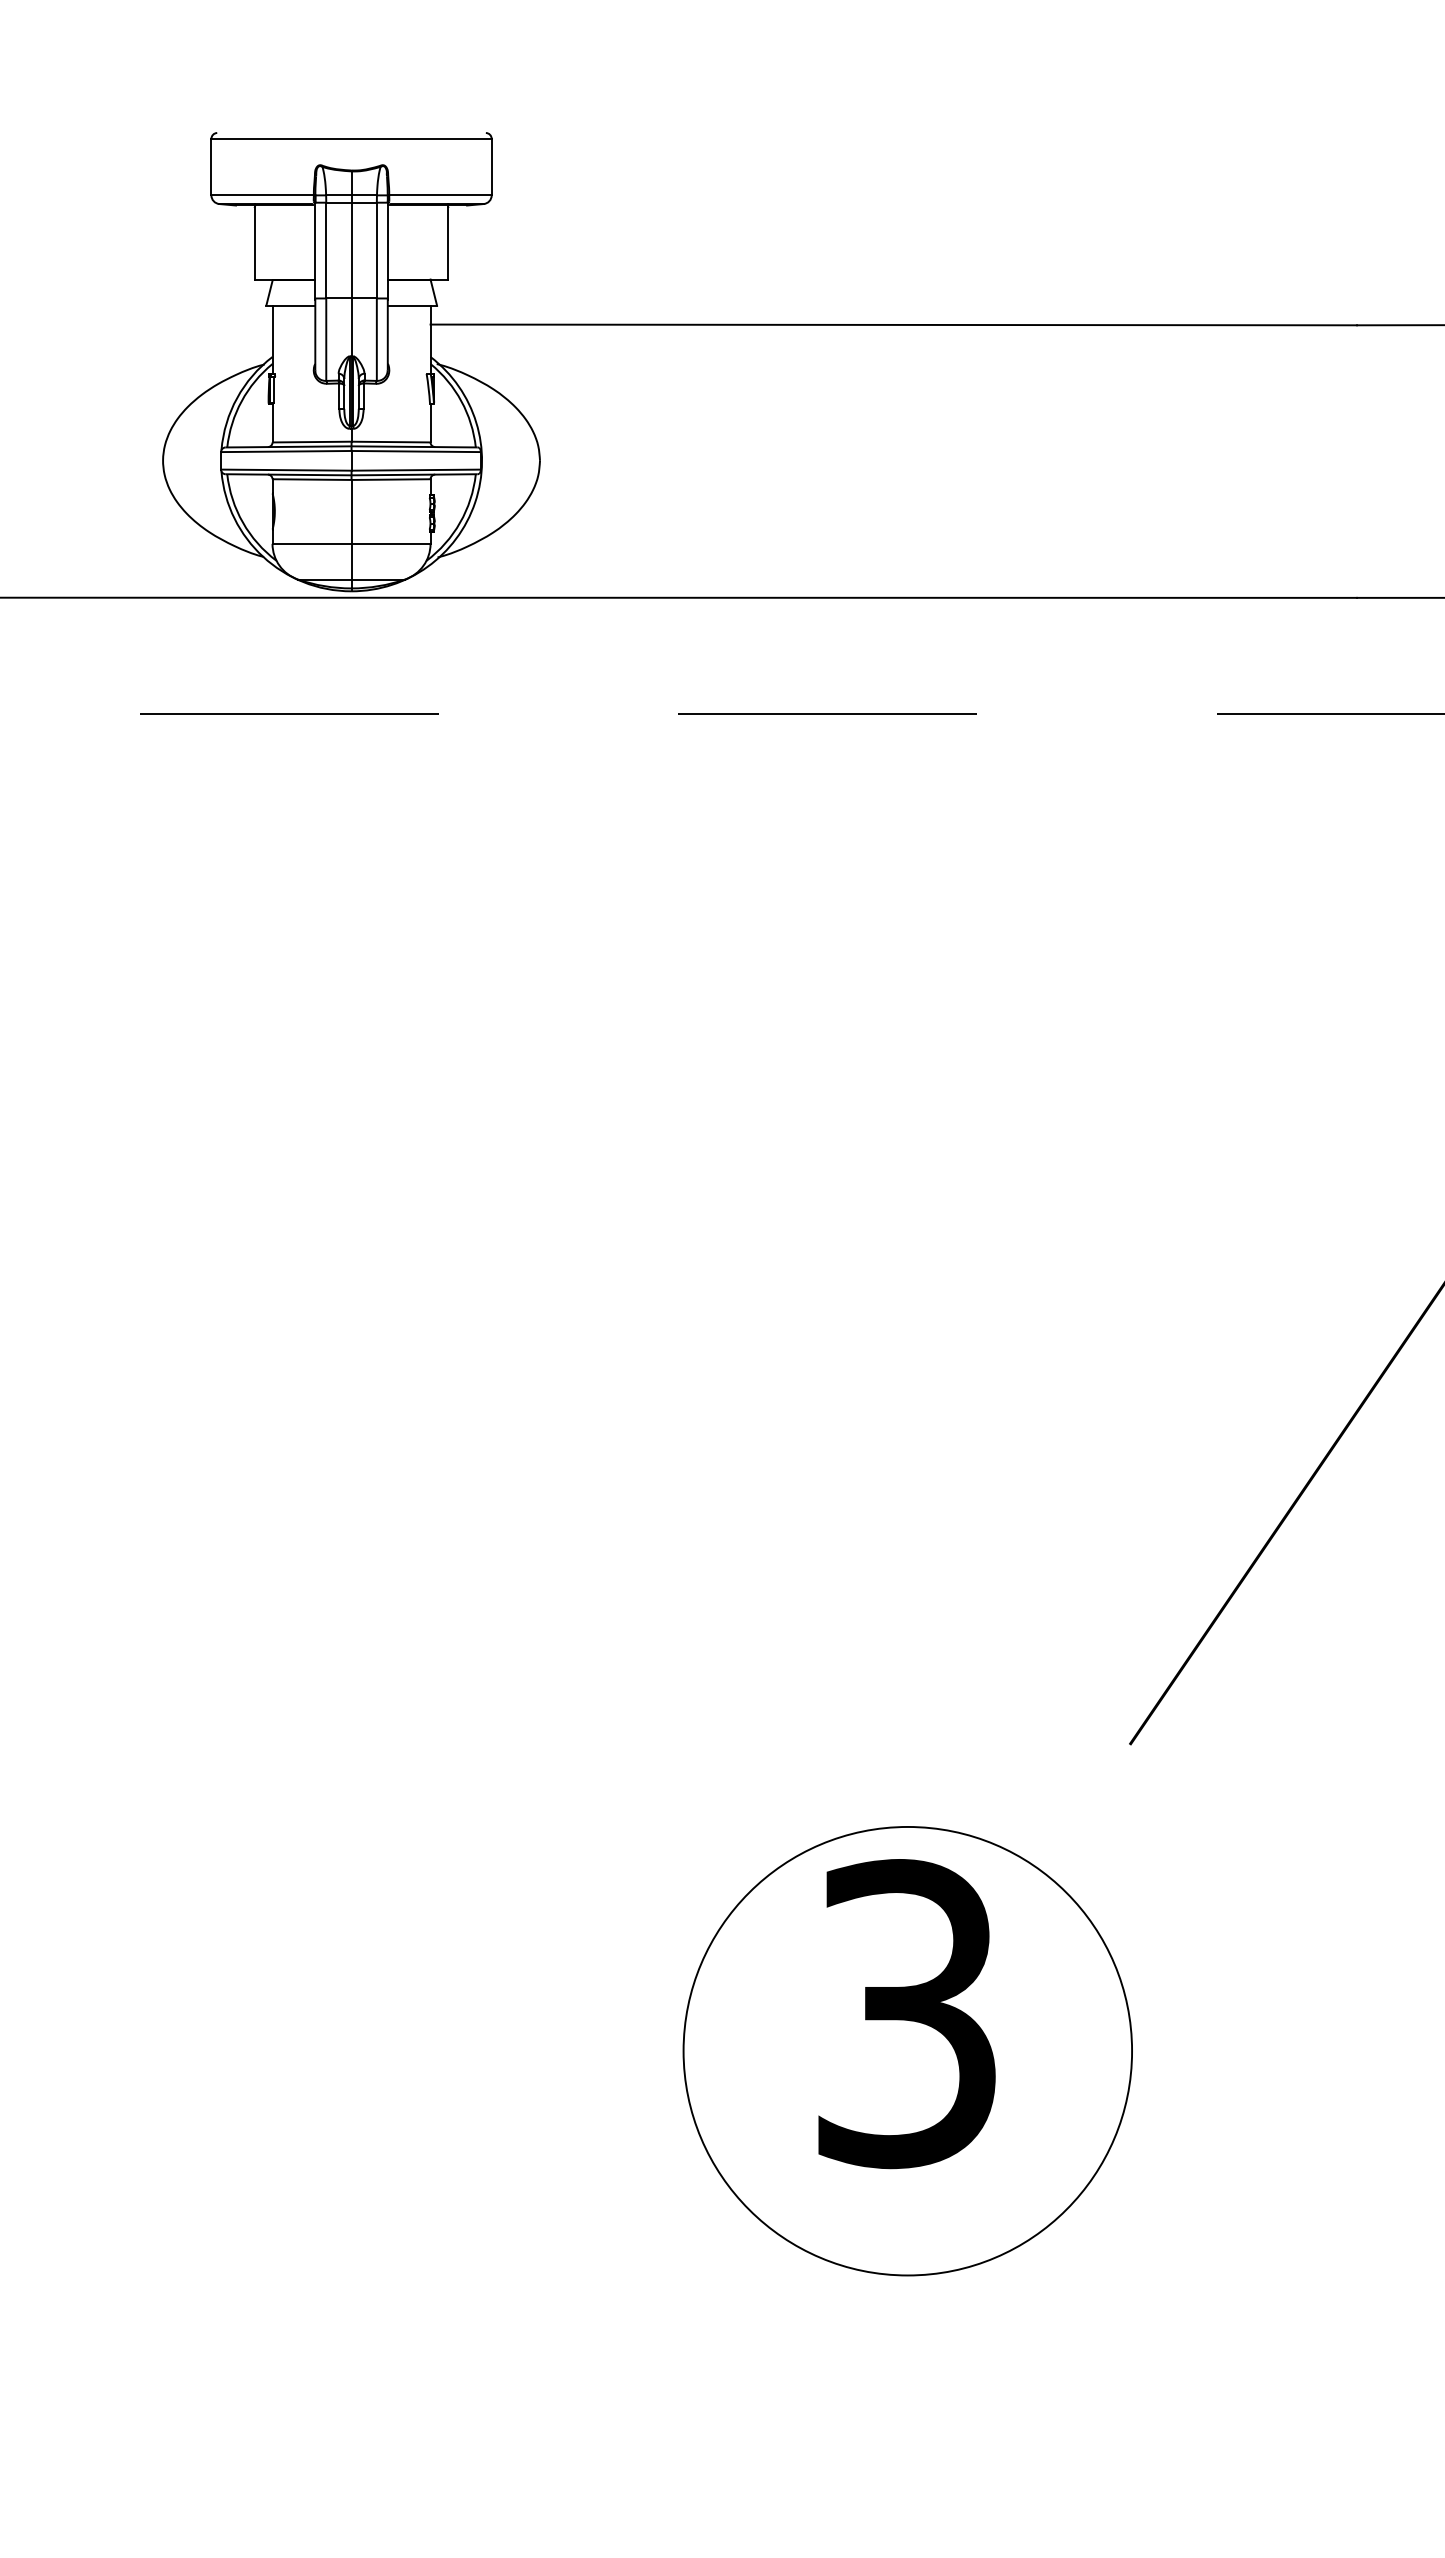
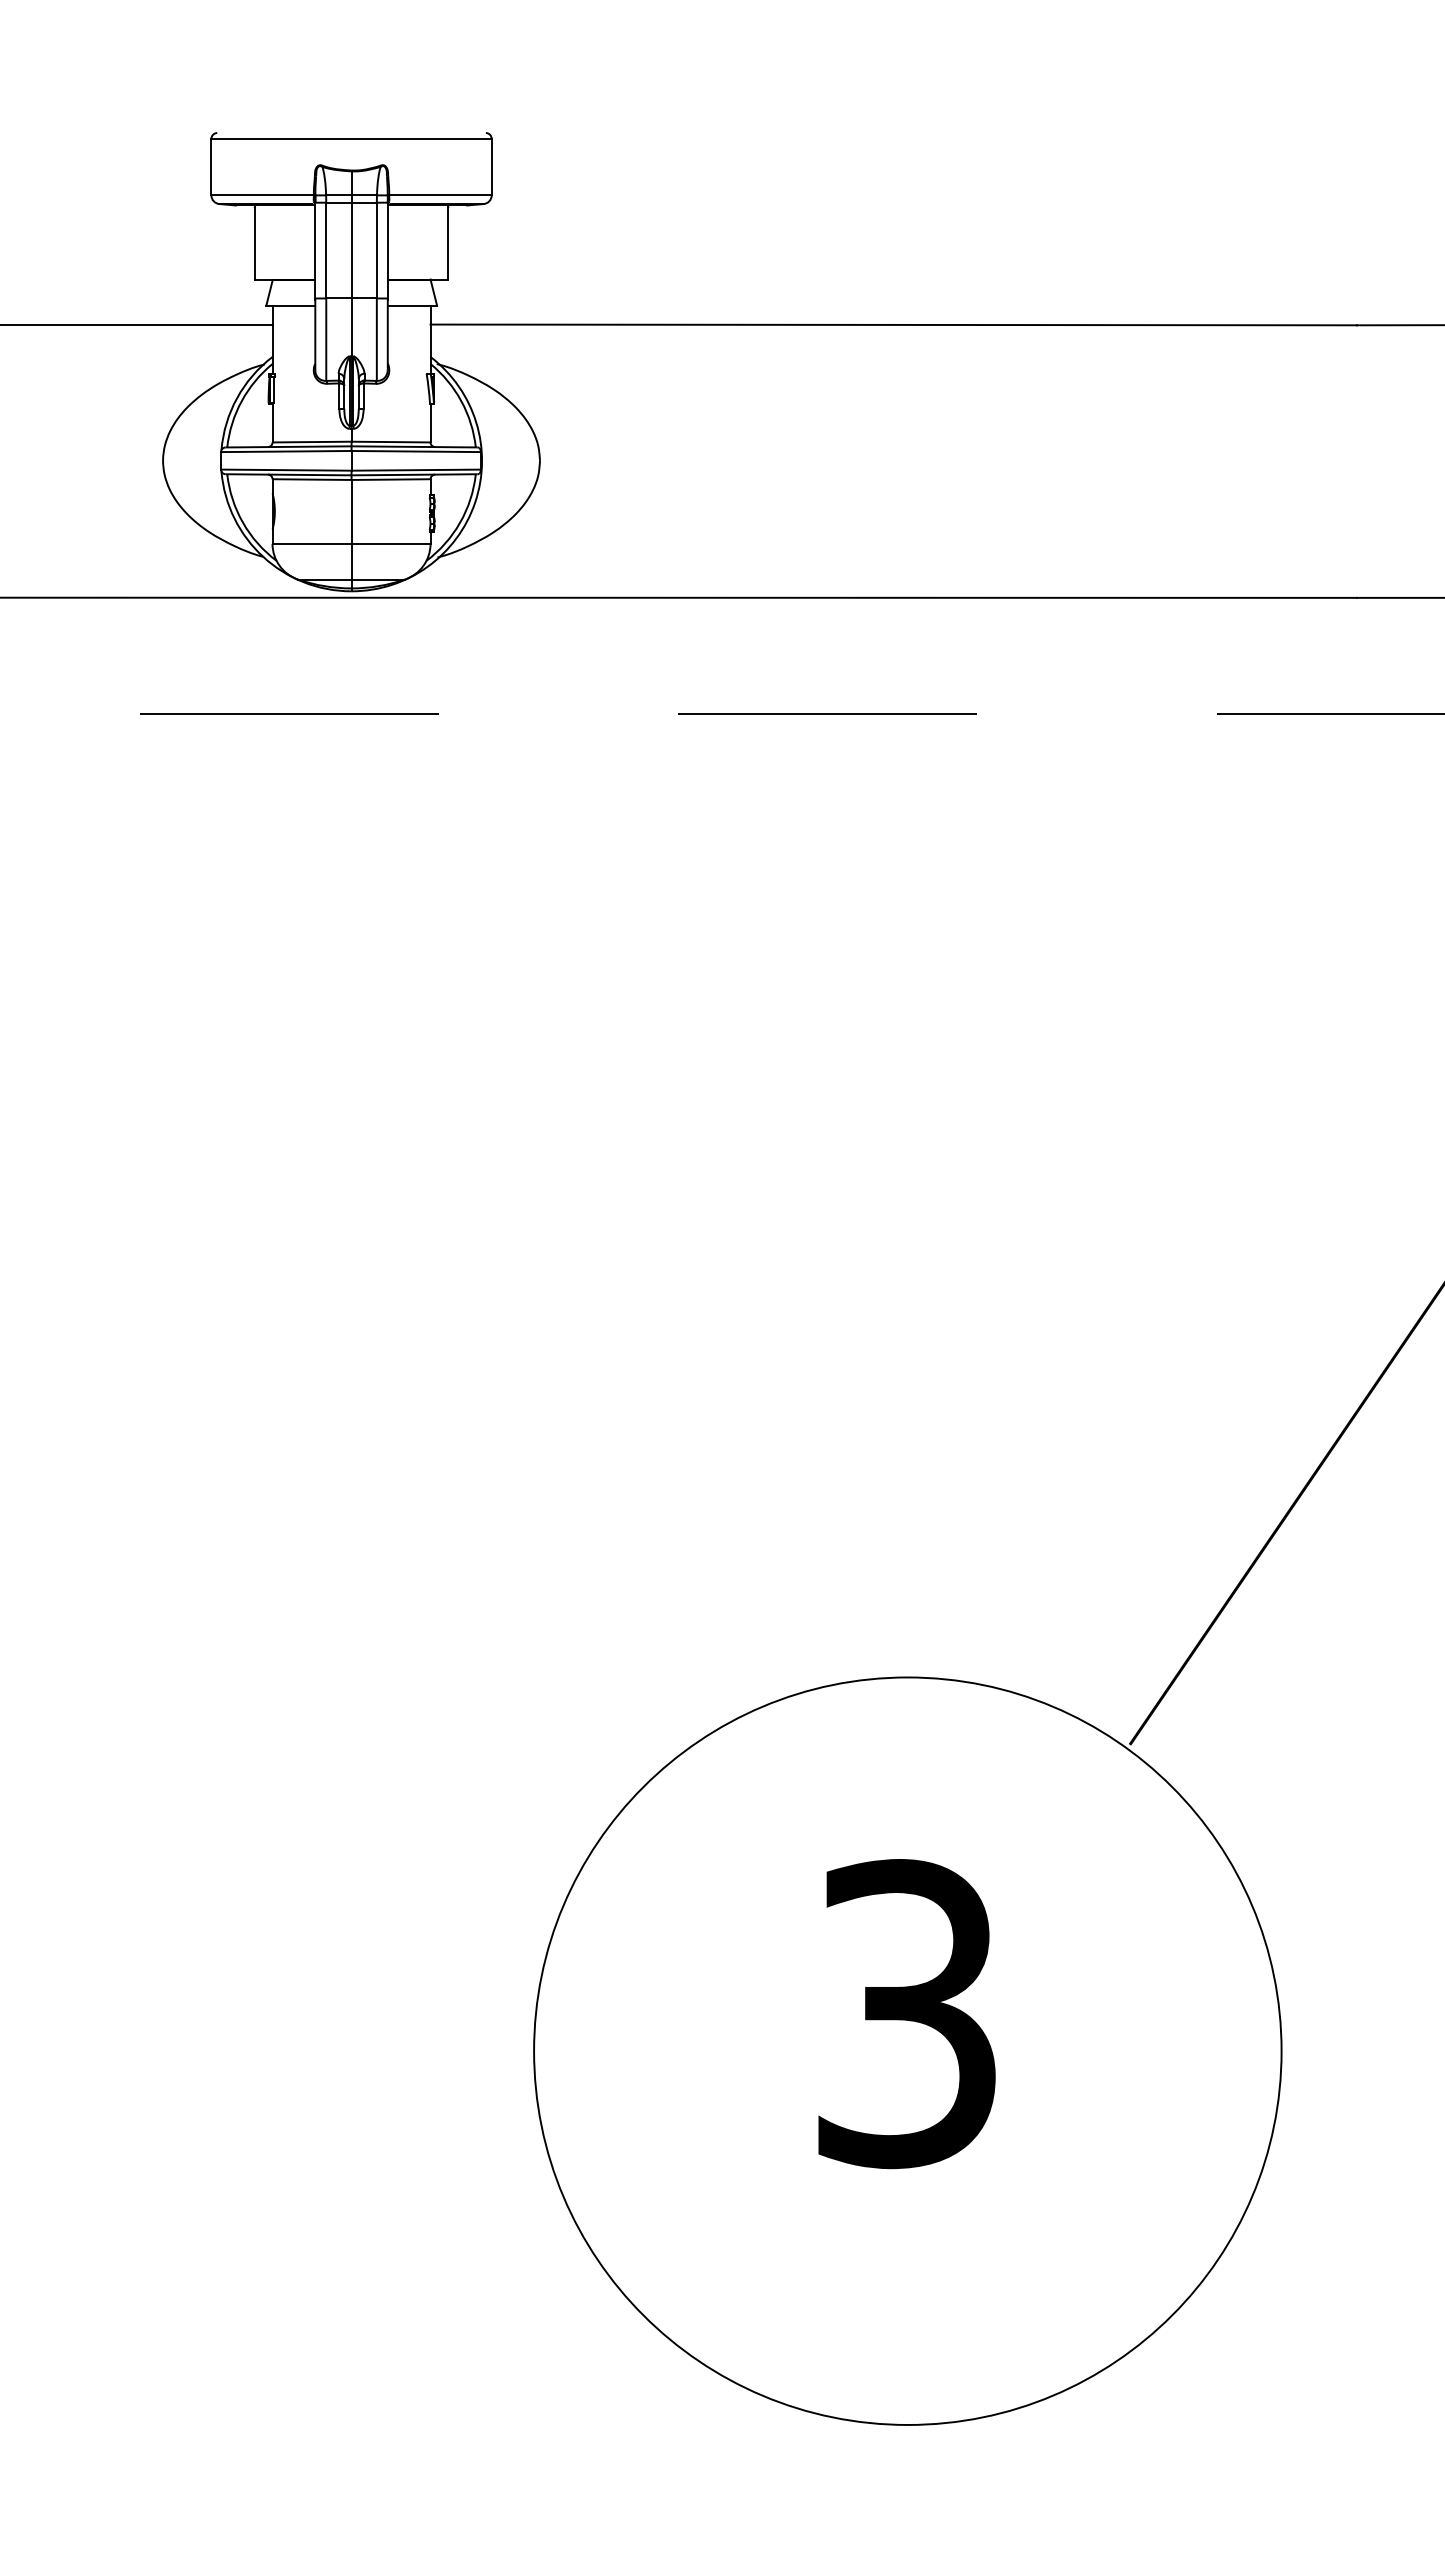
line at (137, 324): none -> present
circle at (907, 2050) diameter: 448 px -> 747 px
